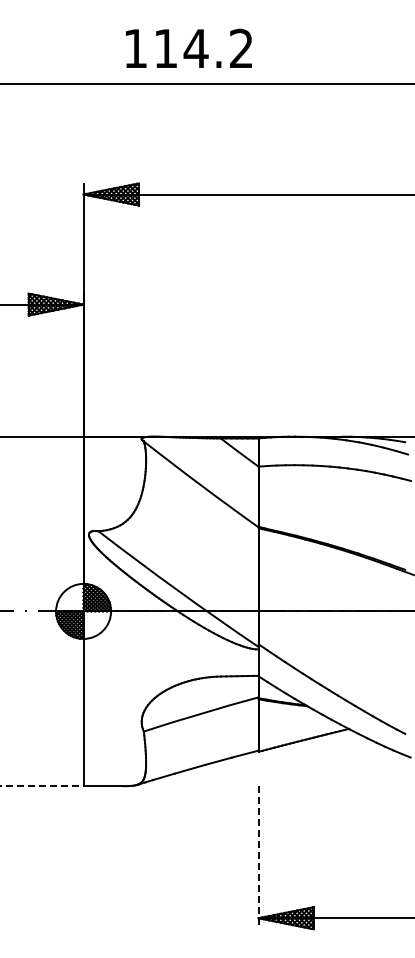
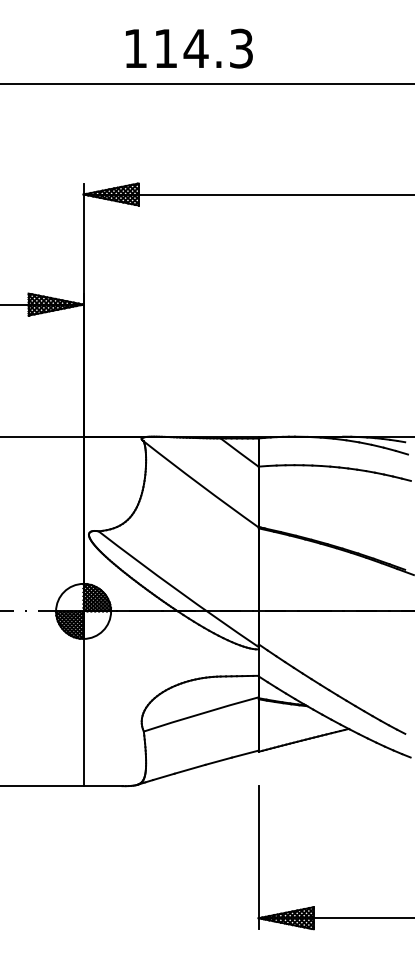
text at (241, 48): 114.2 -> 114.3
line at (42, 786): dashed -> solid
line at (258, 857): dashed -> solid
